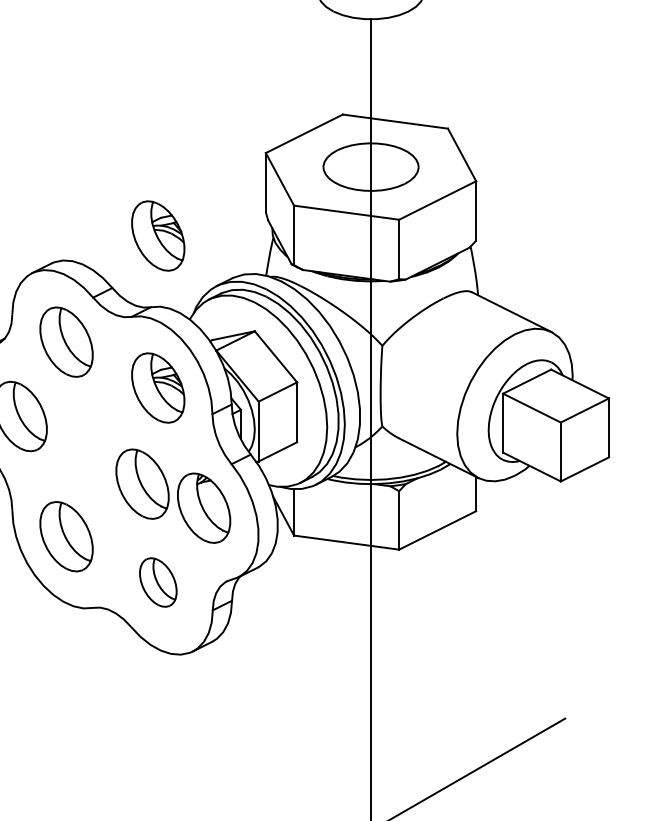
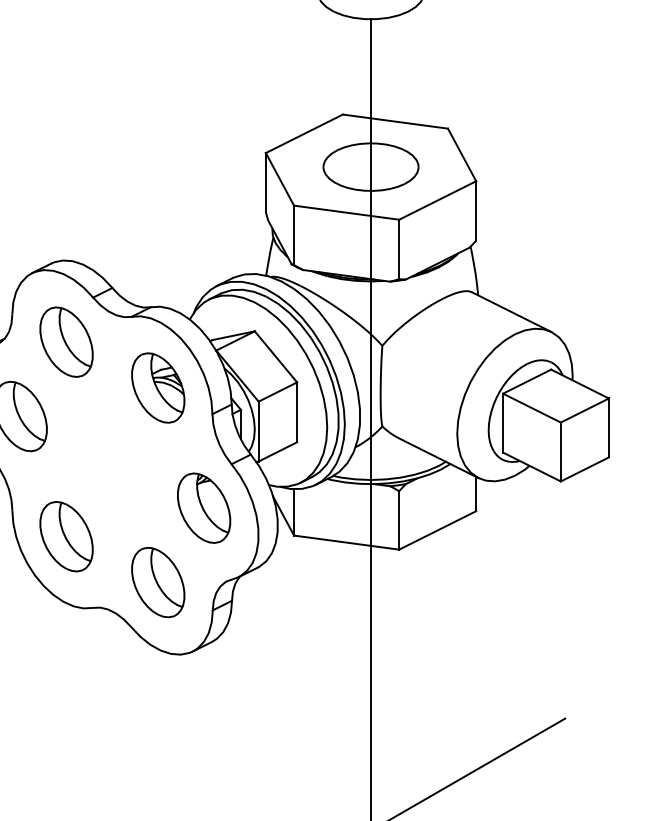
part at (158, 235): present -> none
part at (142, 483): present -> none
part at (158, 582) size: 39x51 px -> 55x73 px
